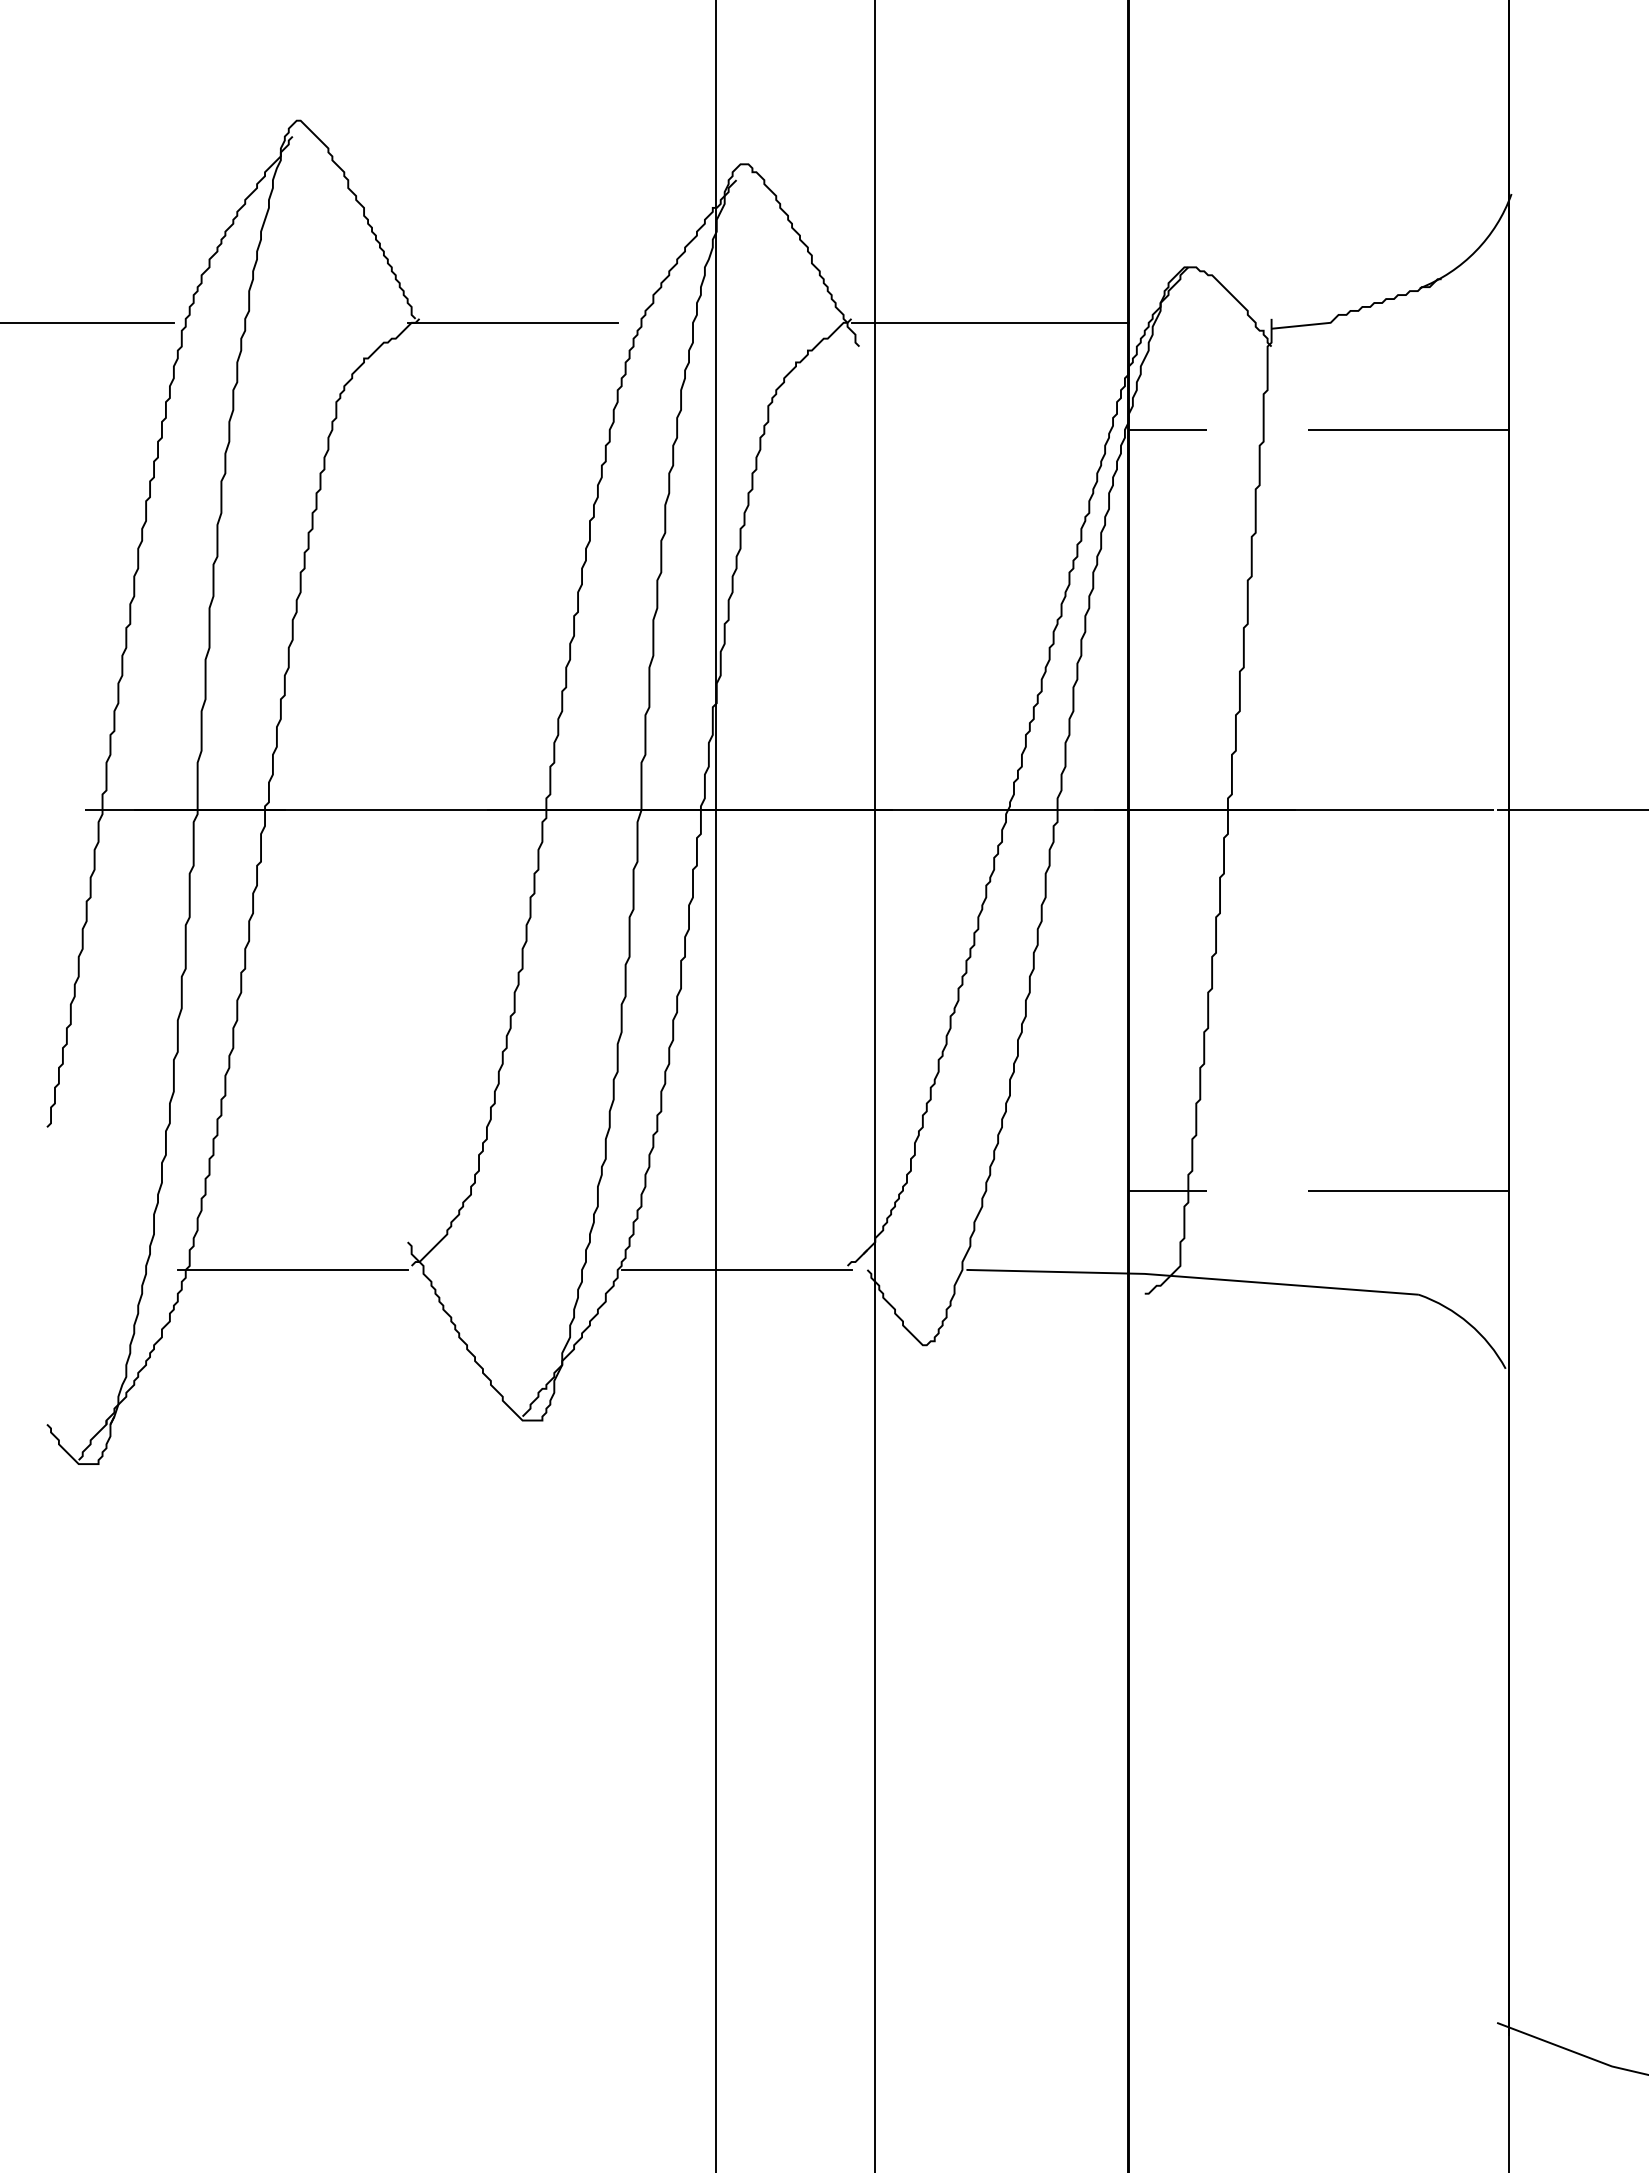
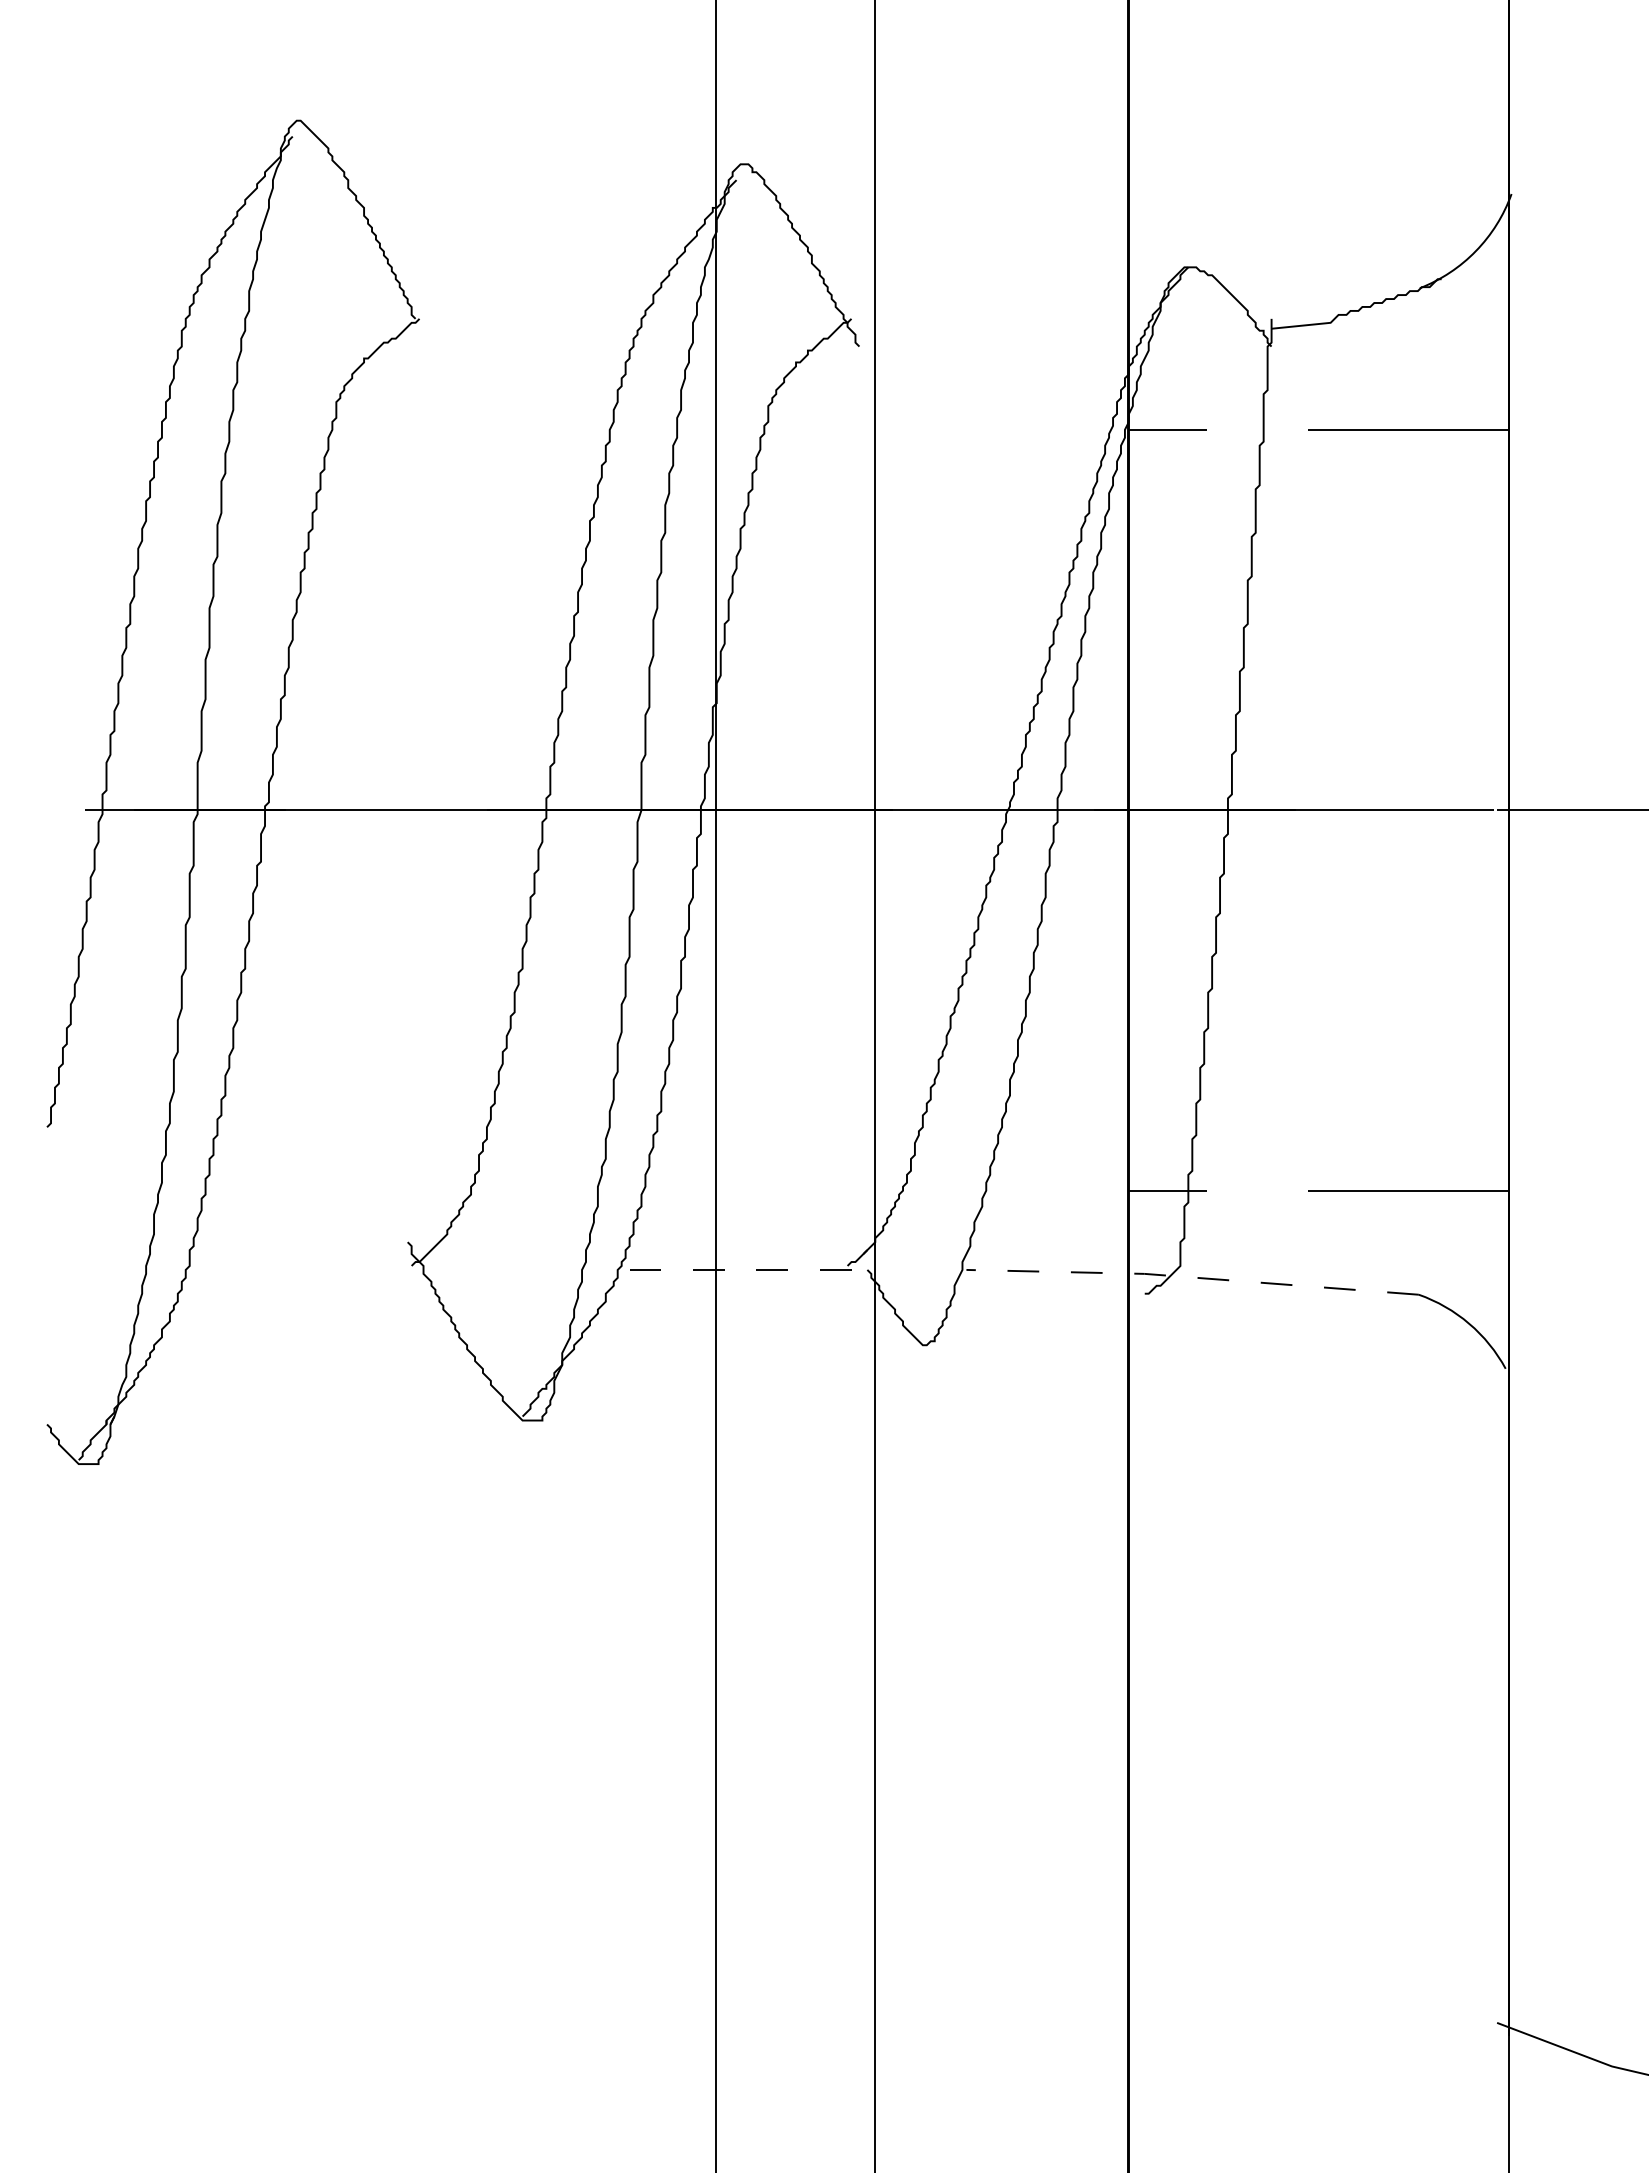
line at (87, 322): present -> none
line at (512, 322): present -> none
line at (989, 322): present -> none
line at (292, 1269): present -> none
line at (736, 1269): solid -> dashed
line at (1191, 1277): solid -> dashed
